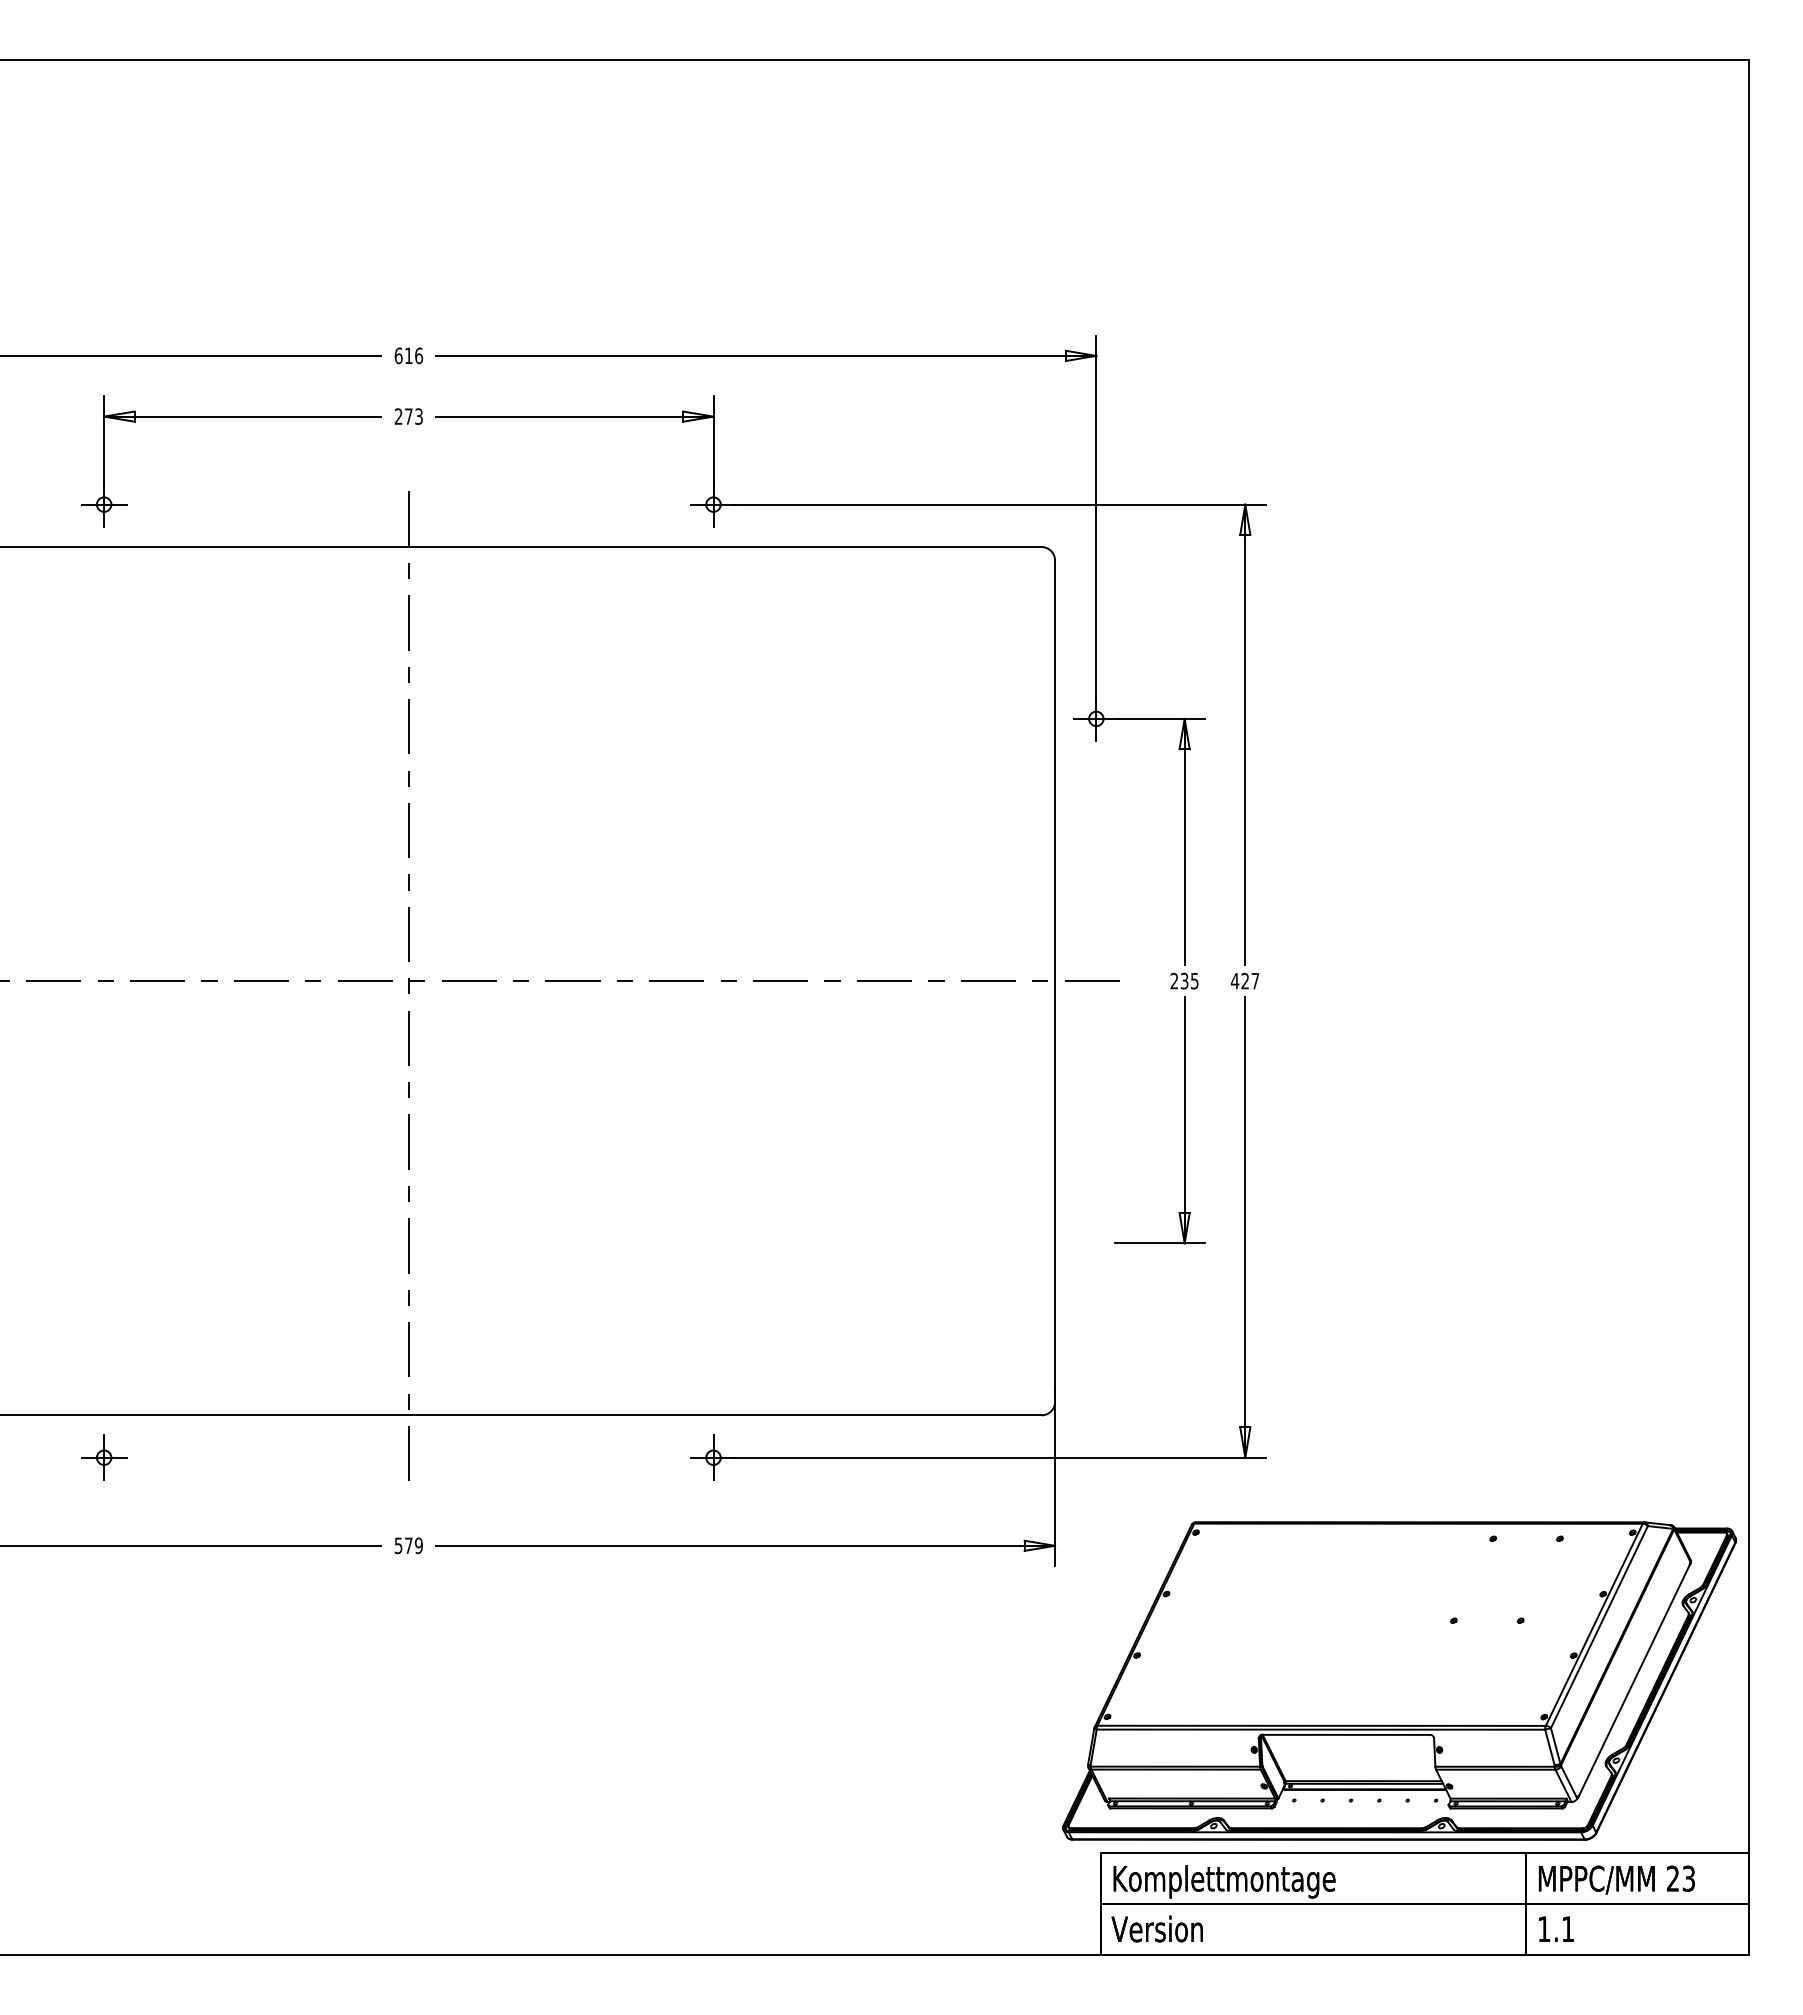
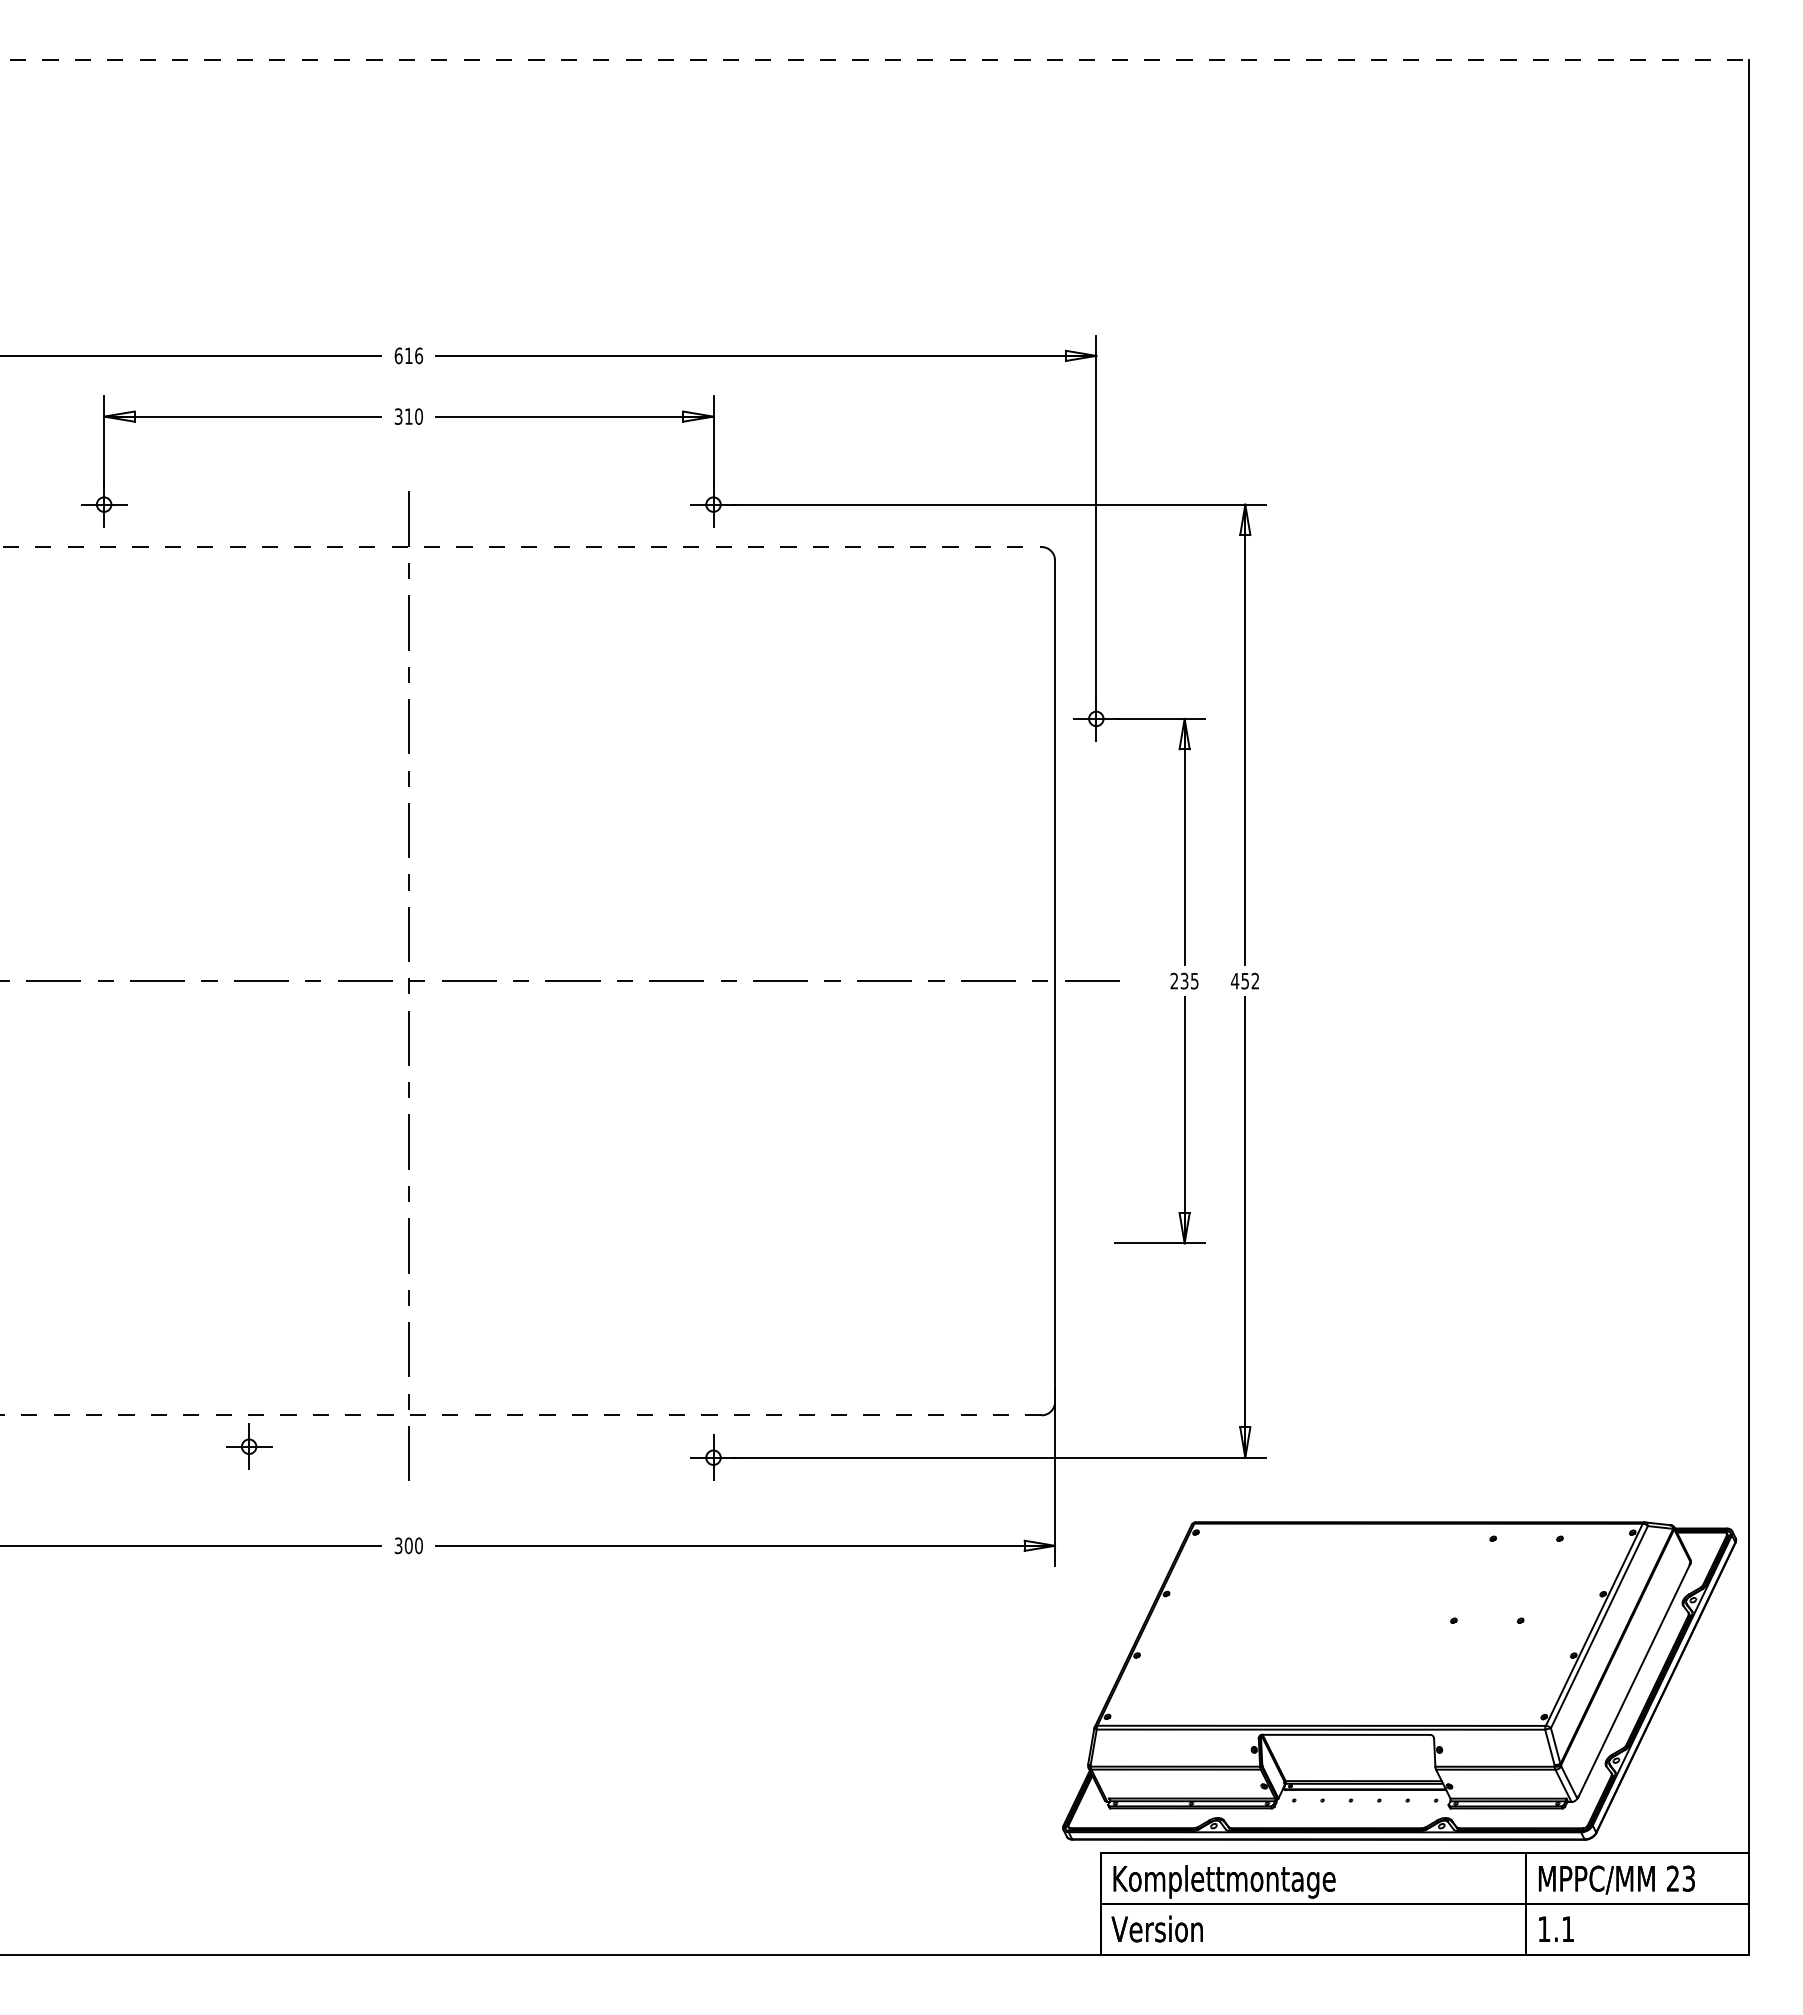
line at (875, 60): solid -> dashed
text at (408, 416): 273 -> 310
line at (521, 547): solid -> dashed
text at (1250, 980): 427 -> 452
line at (520, 1415): solid -> dashed
part at (104, 1457) position: (104, 1457) -> (249, 1446)
text at (408, 1545): 579 -> 300
